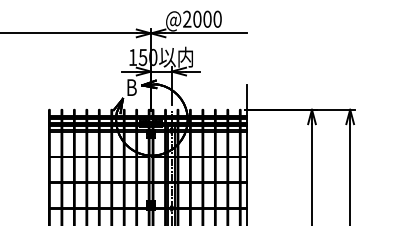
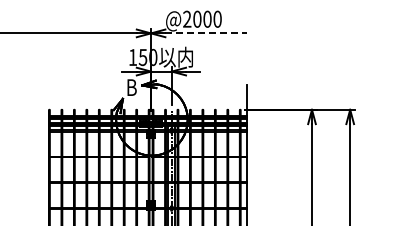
line at (206, 33): solid -> dashed
